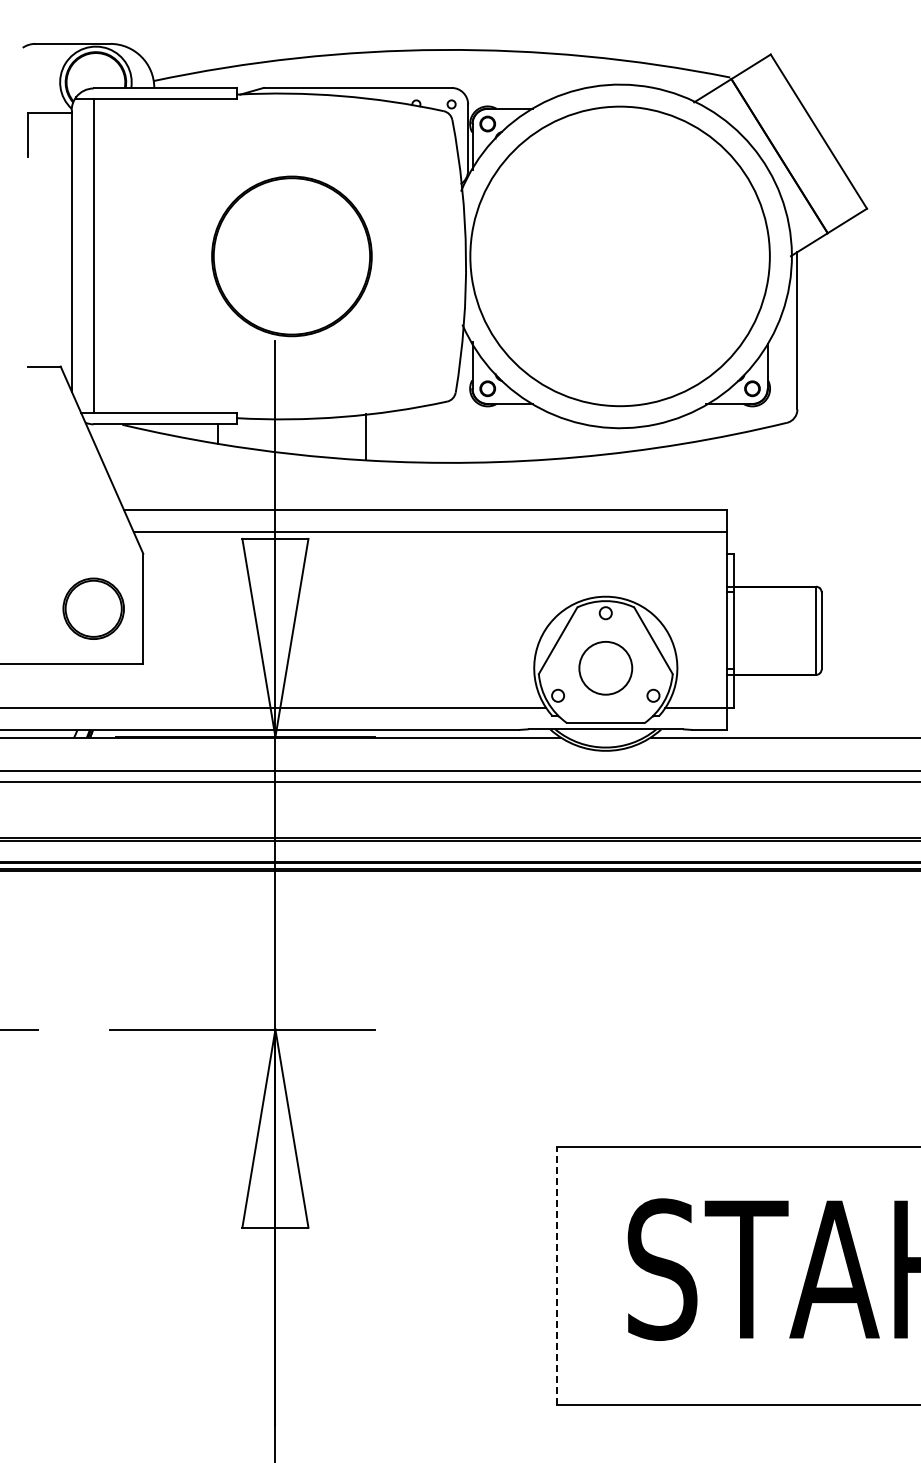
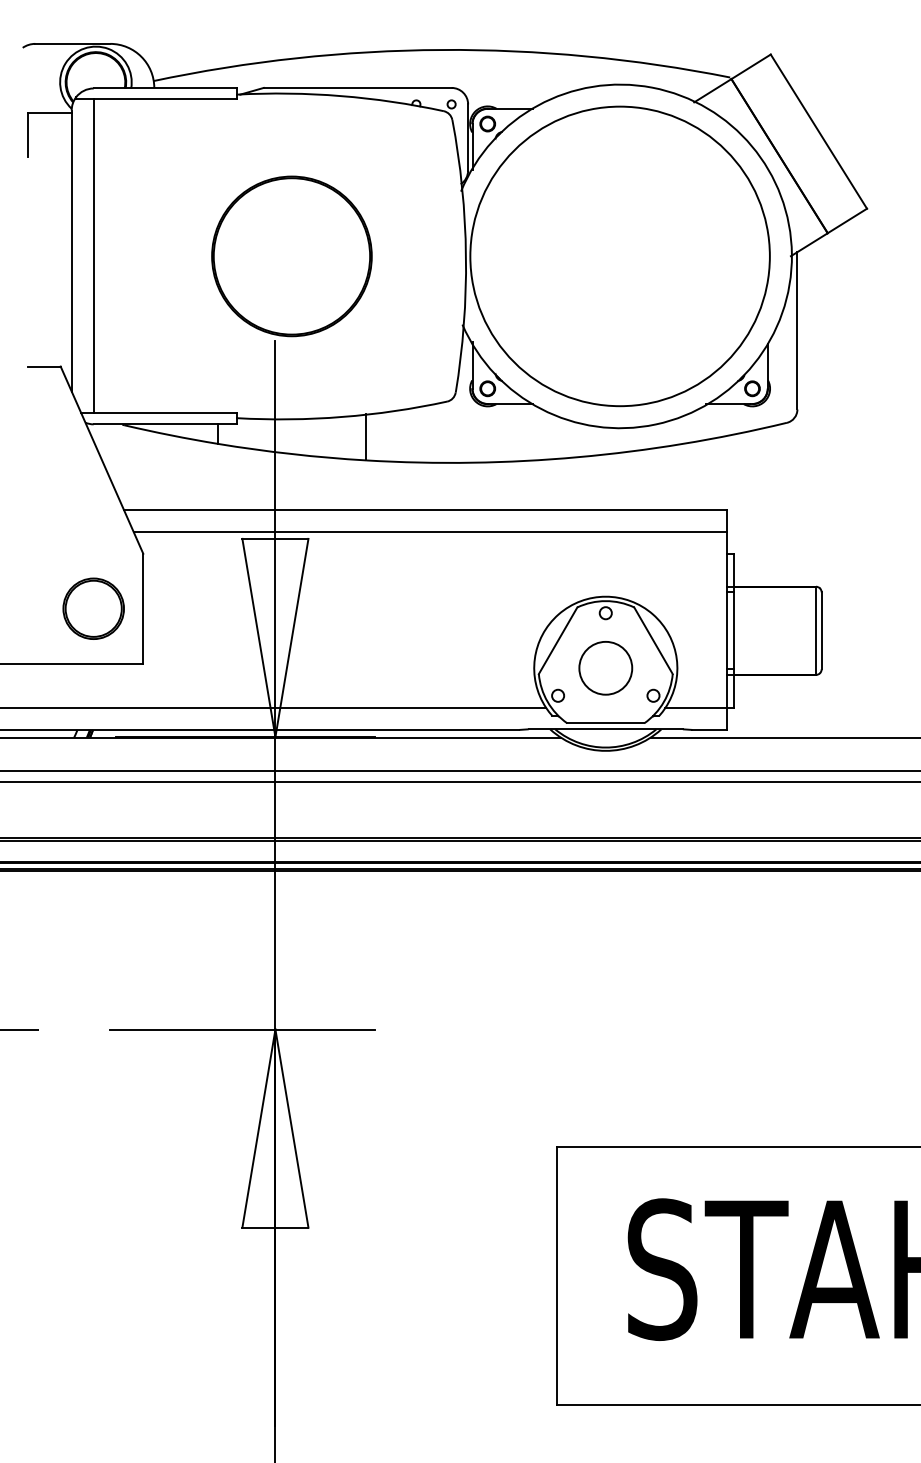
line at (556, 1275): dashed -> solid
